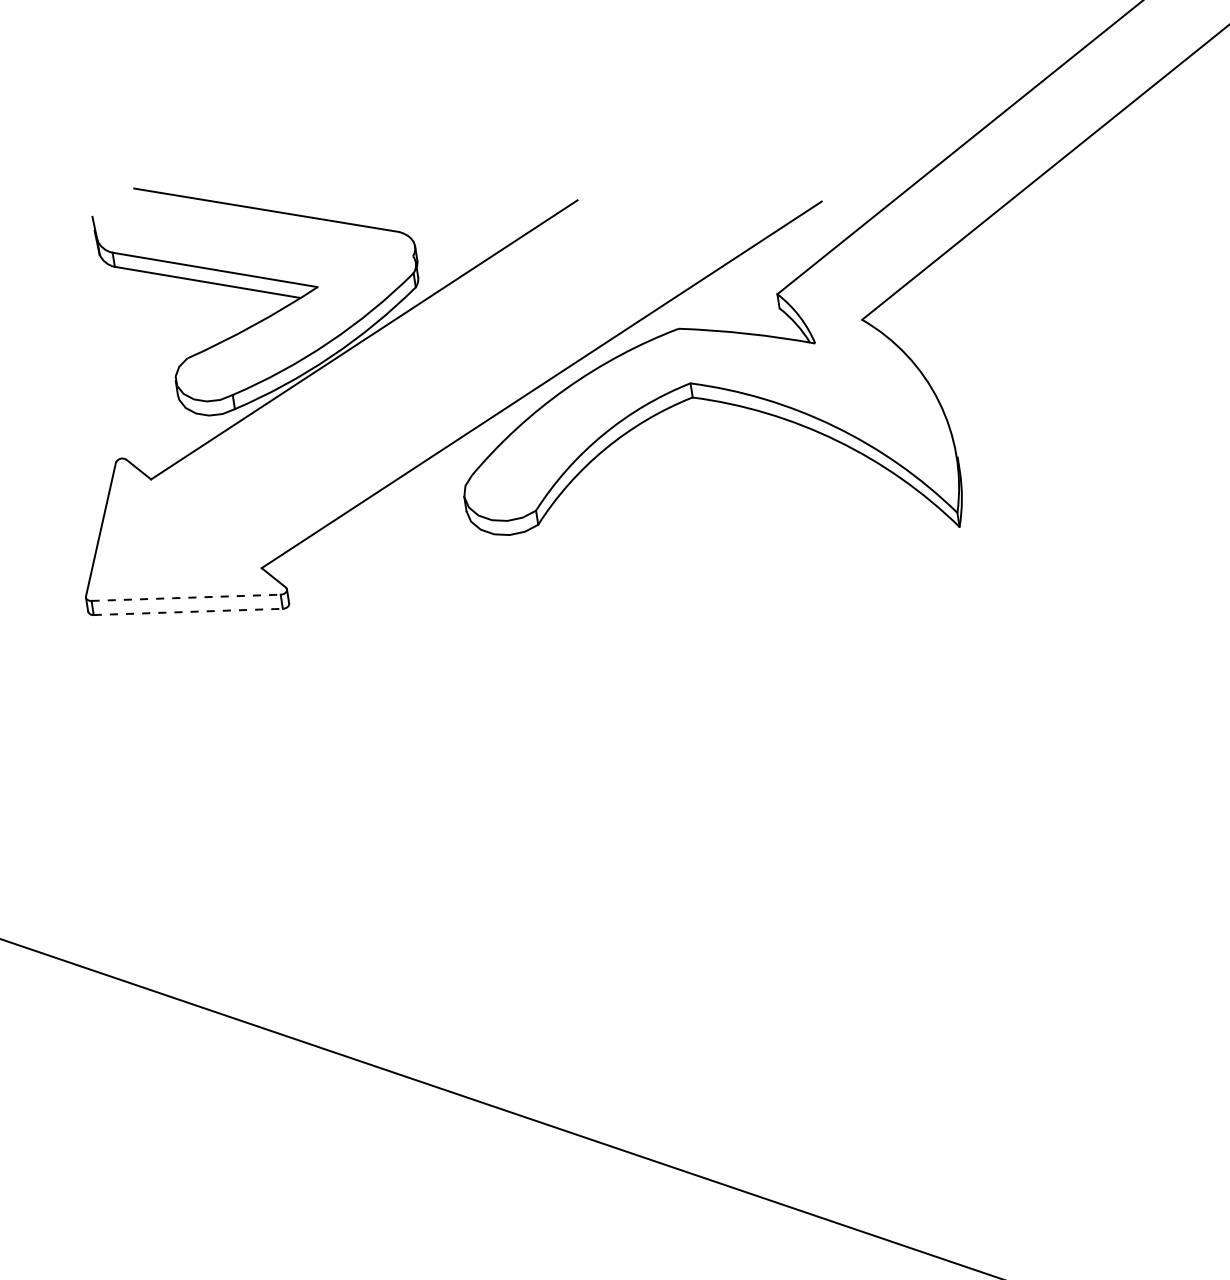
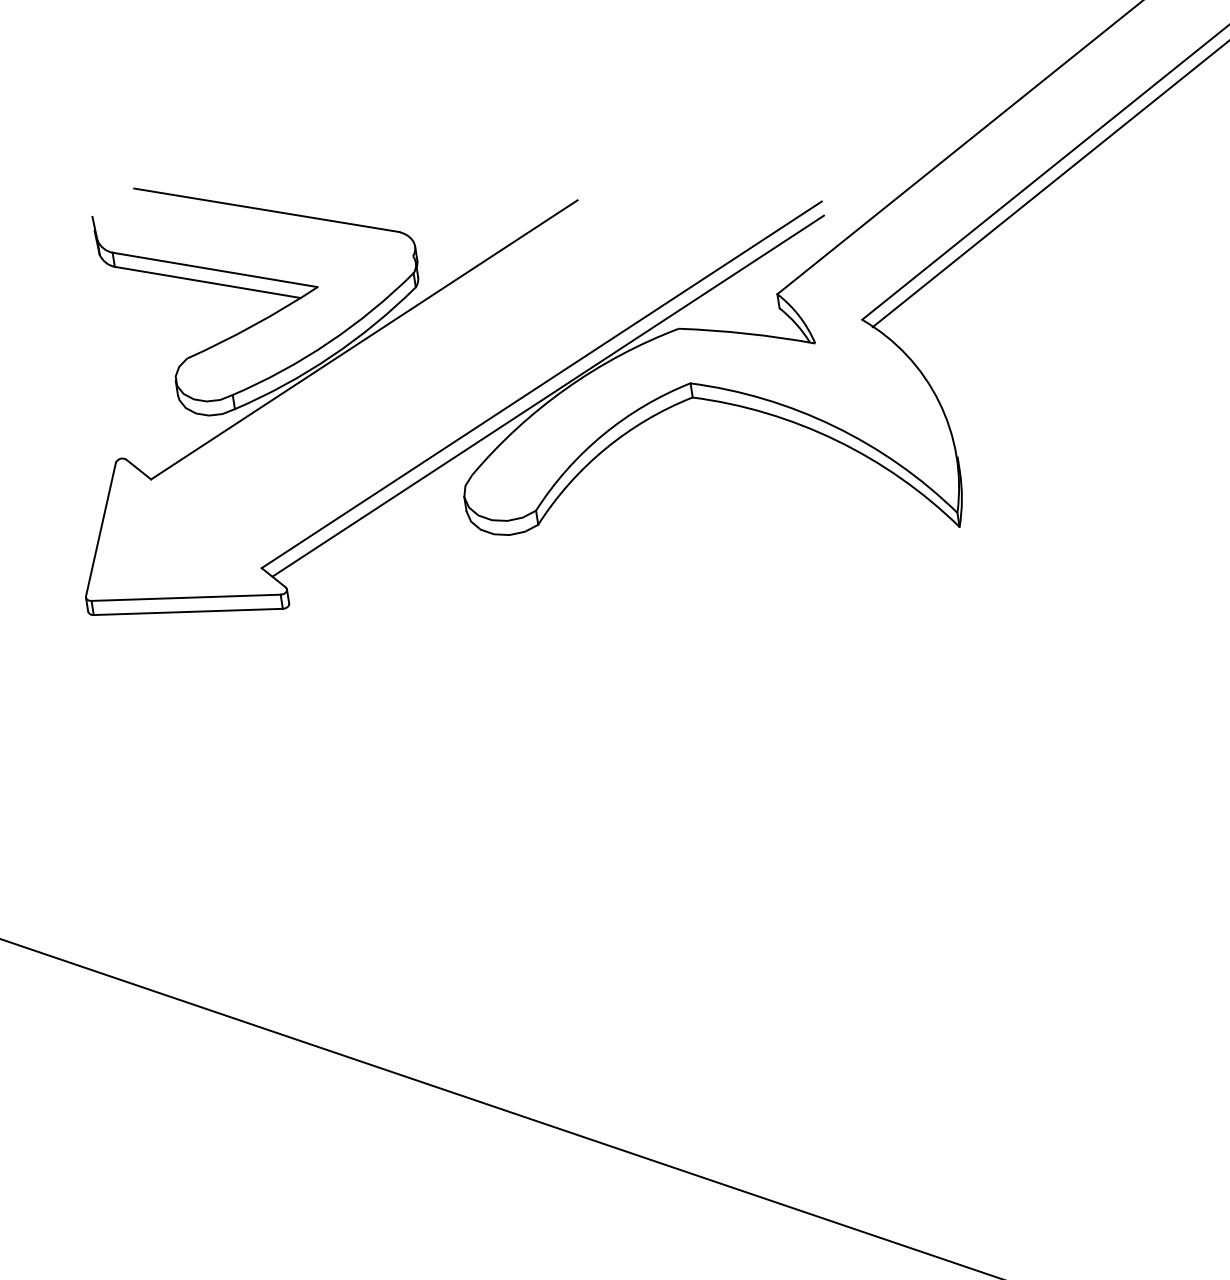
line at (1049, 184): none -> present
line at (547, 395): none -> present
line at (186, 597): dashed -> solid
line at (188, 611): dashed -> solid
